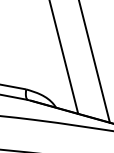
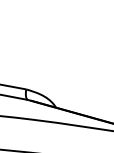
line at (64, 57): present -> none
line at (94, 62): present -> none
